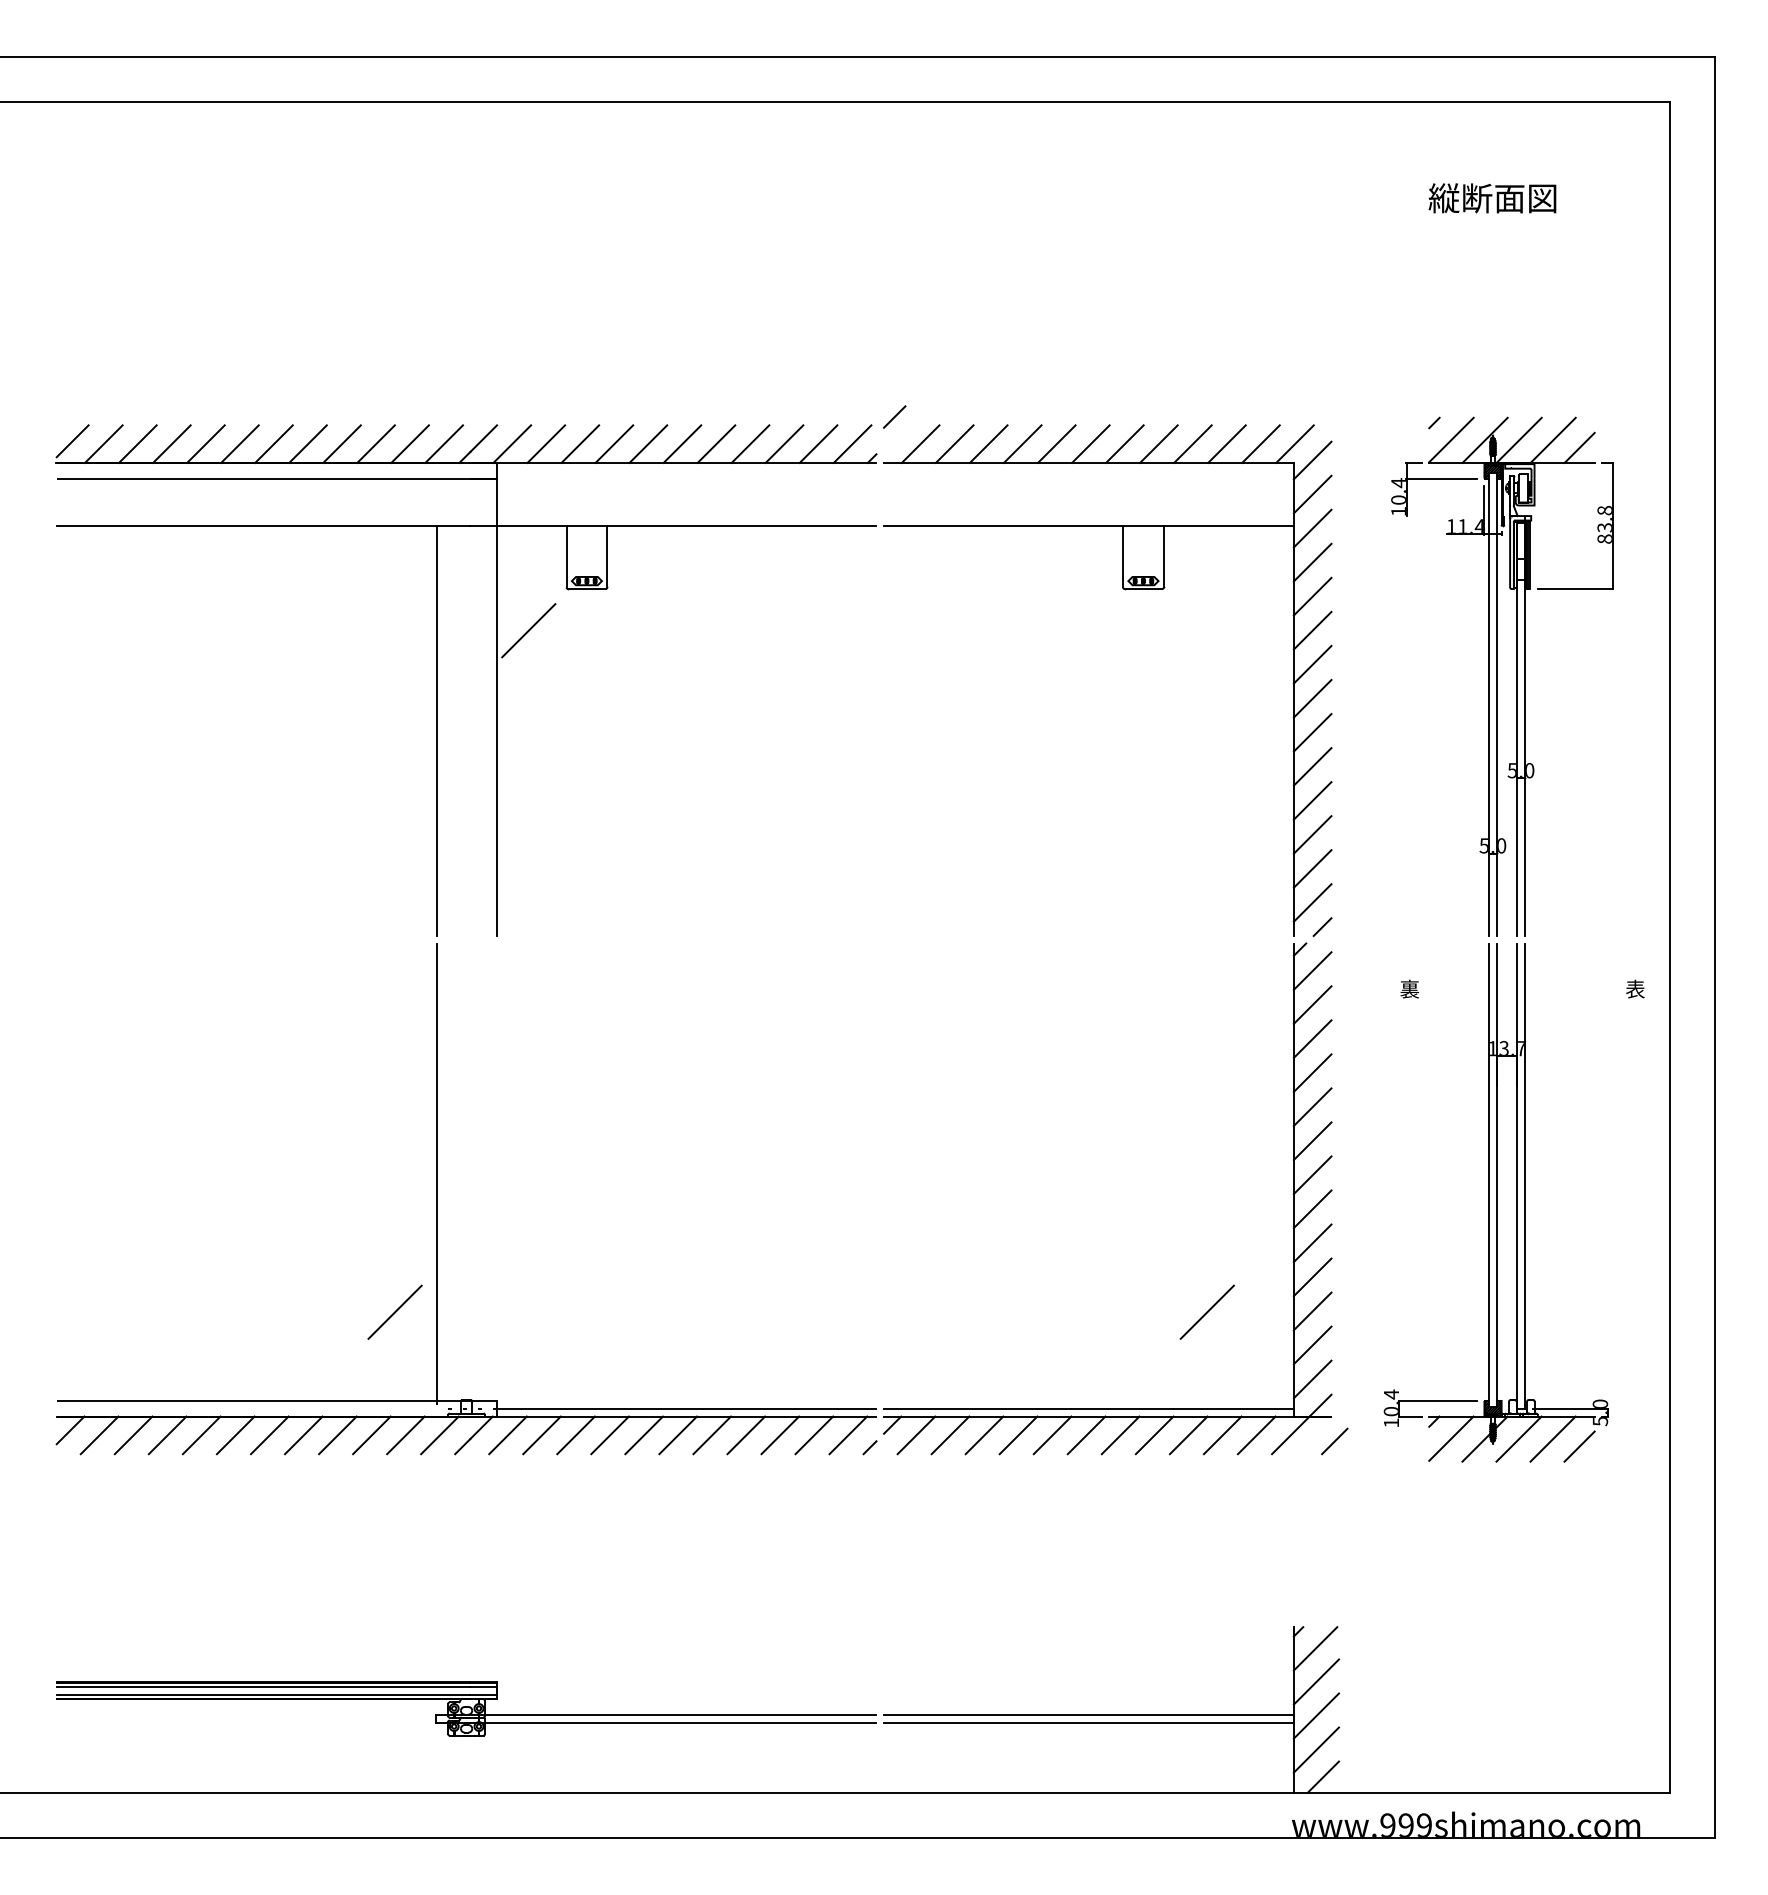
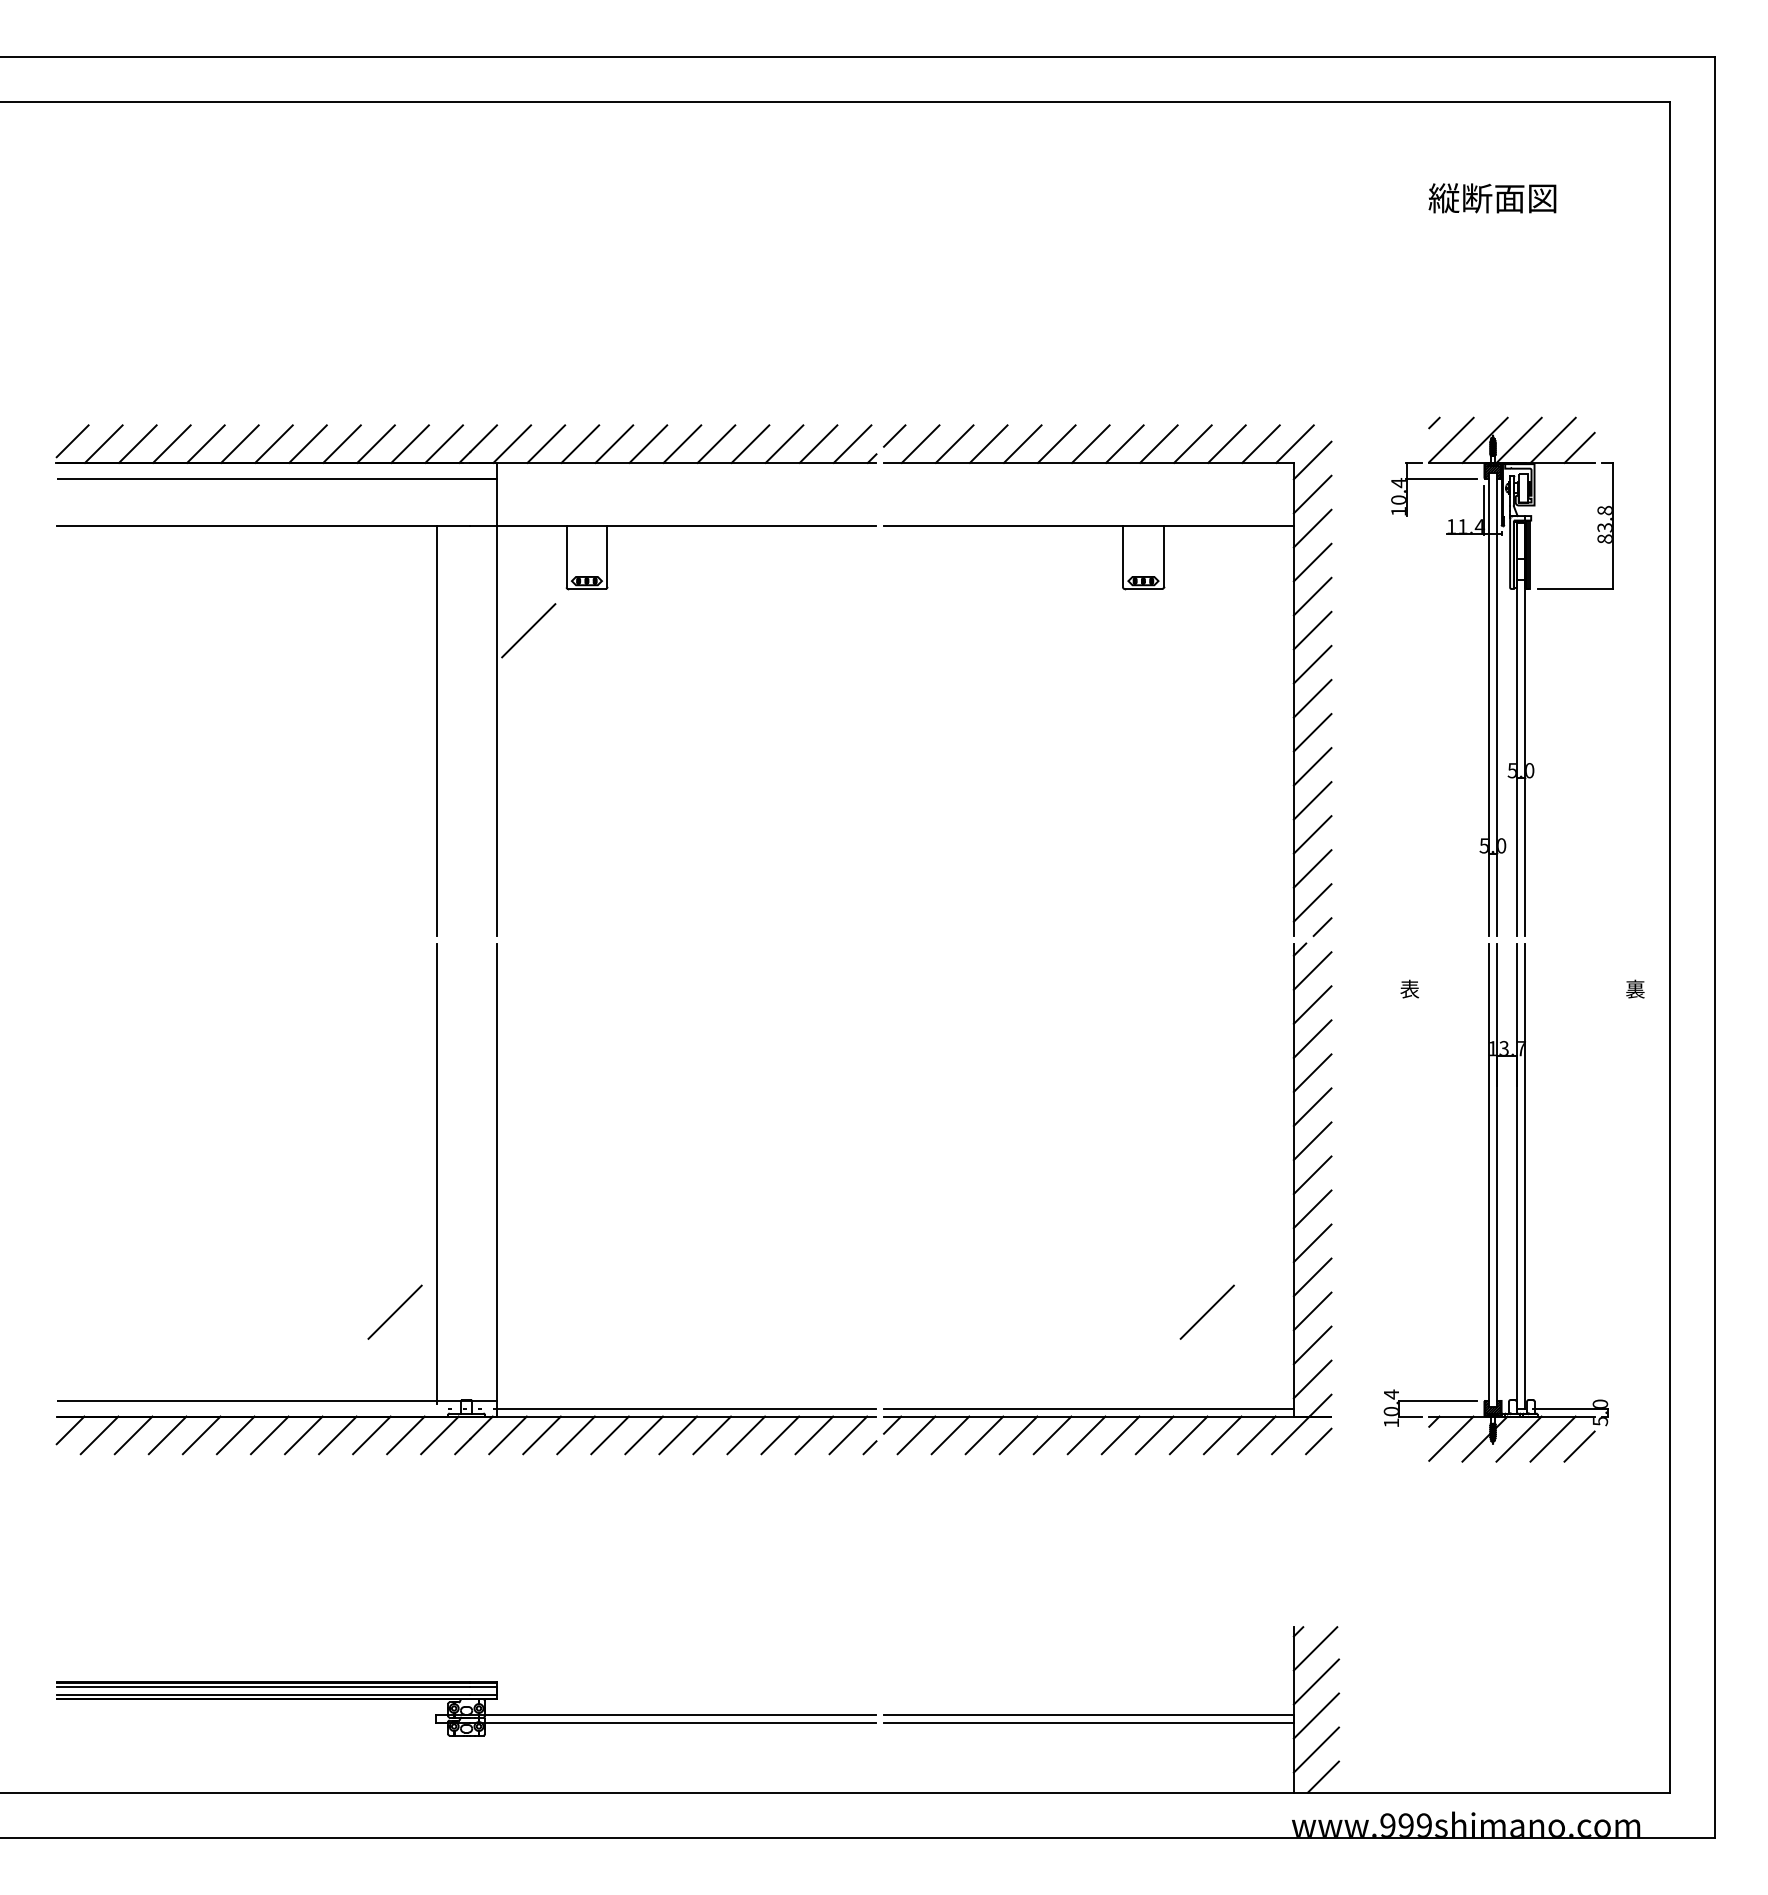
line at (894, 416) position: (894, 416) -> (894, 435)
text at (1409, 989): 裏 -> 表
text at (1635, 989): 表 -> 裏
line at (496, 1171): none -> present
line at (1334, 1441) position: (1334, 1441) -> (1318, 1441)
